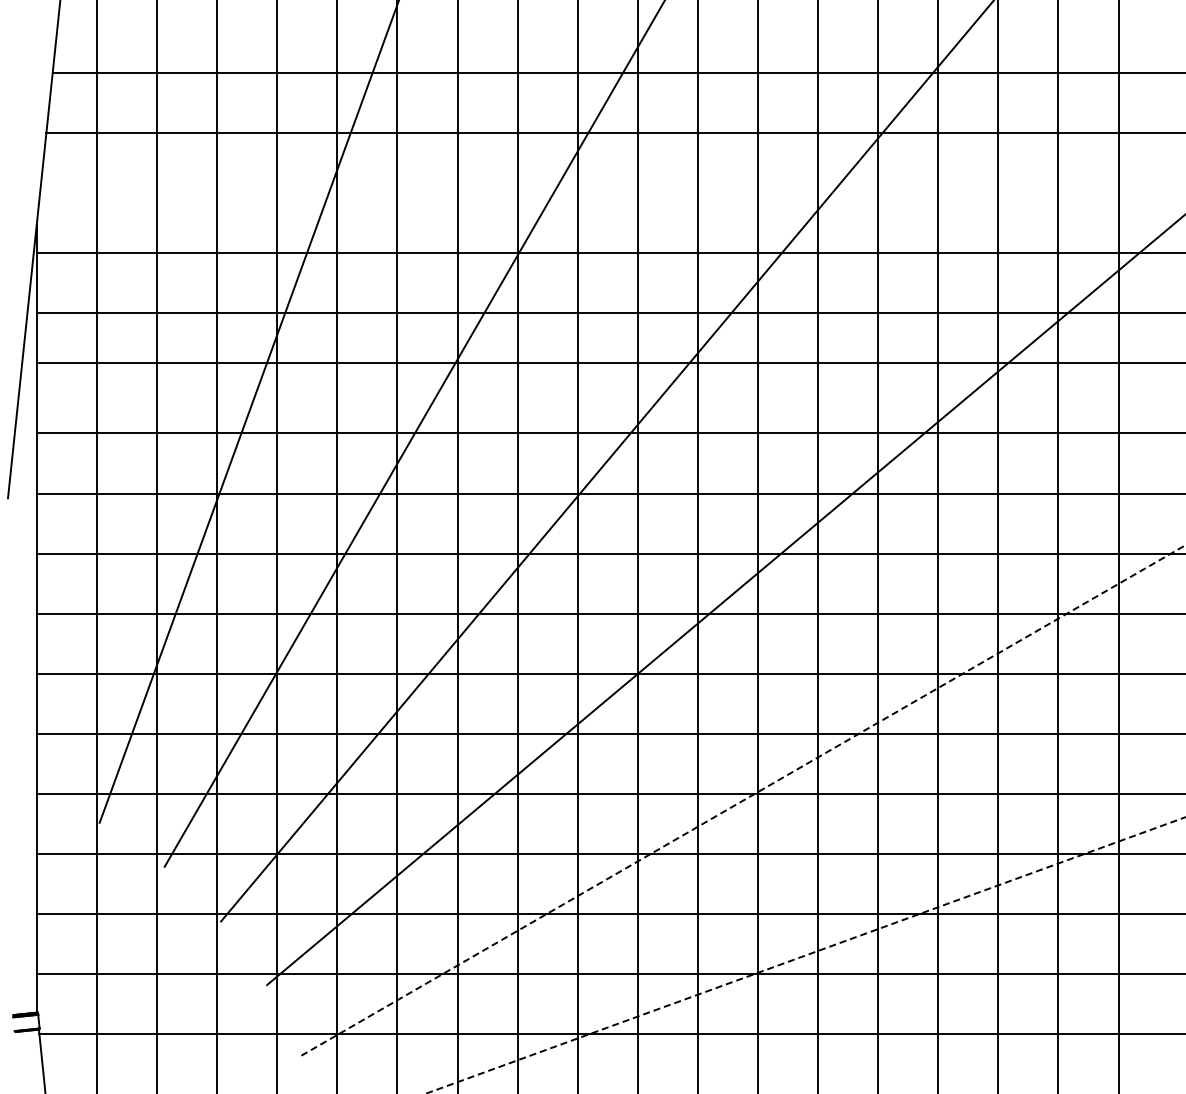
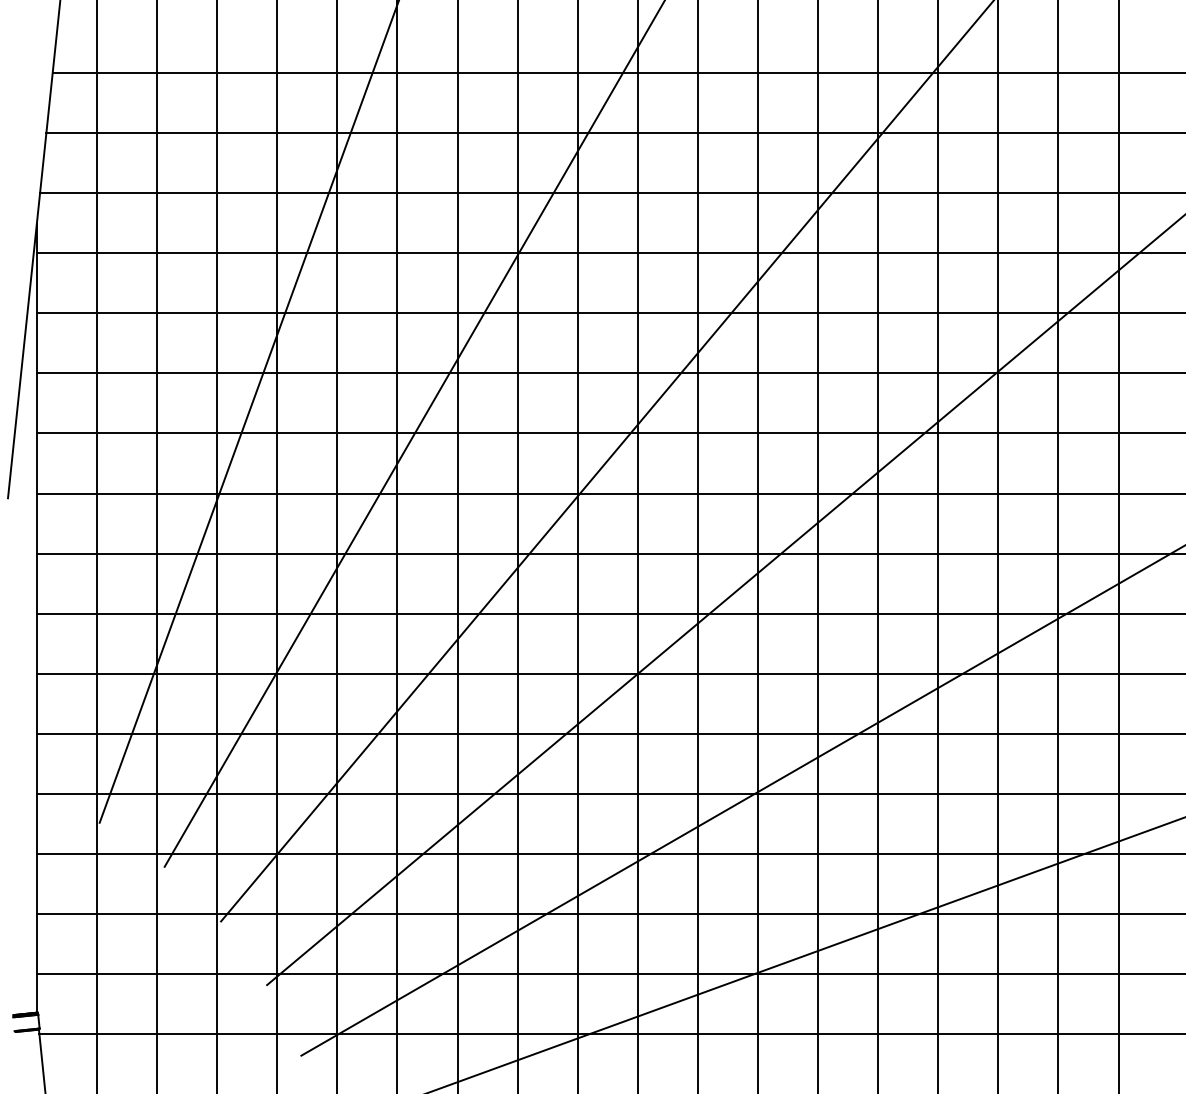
line at (611, 193): none -> present
line at (609, 363) position: (609, 363) -> (609, 373)
line at (743, 800): dashed -> solid
line at (805, 955): dashed -> solid
